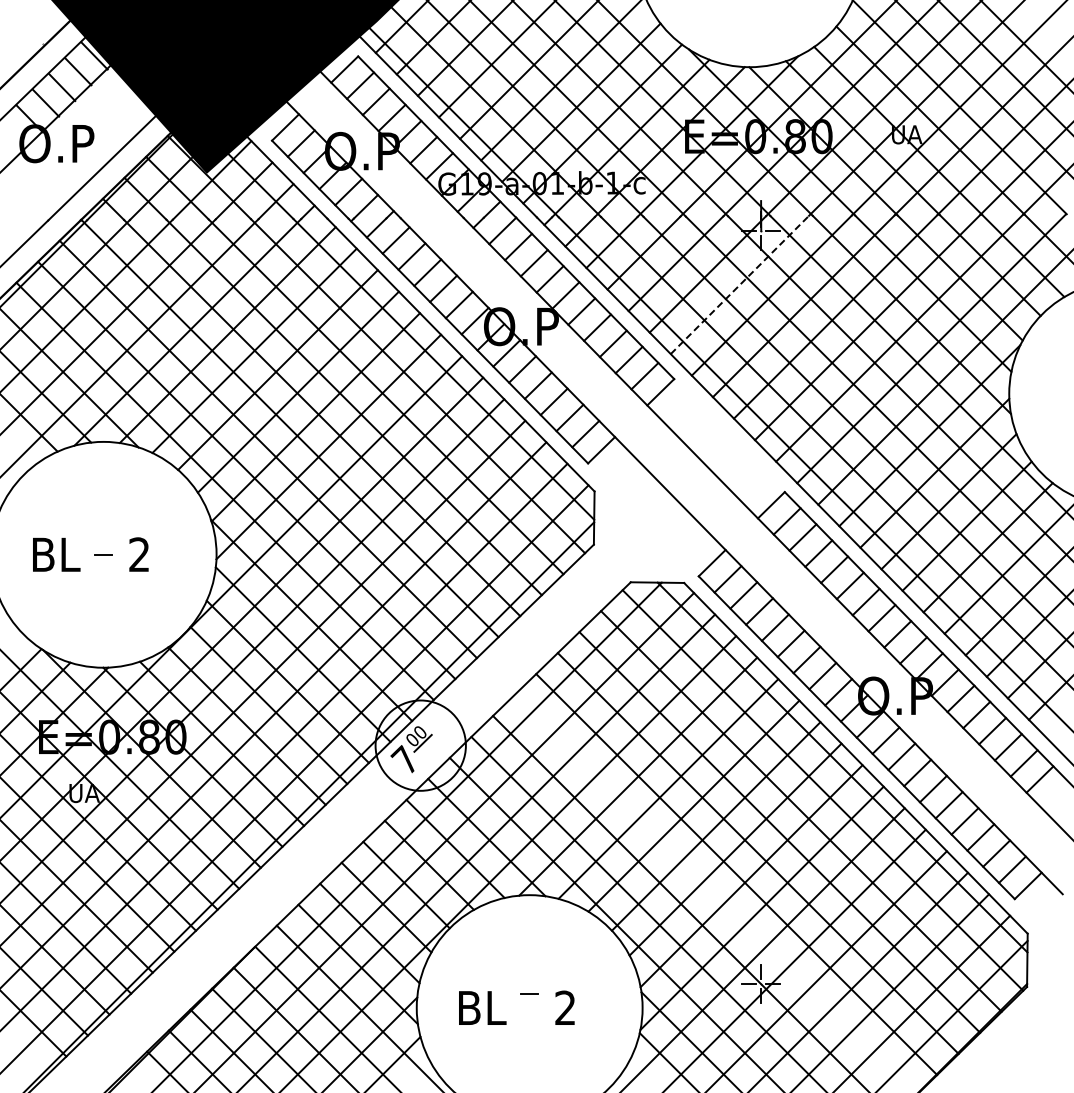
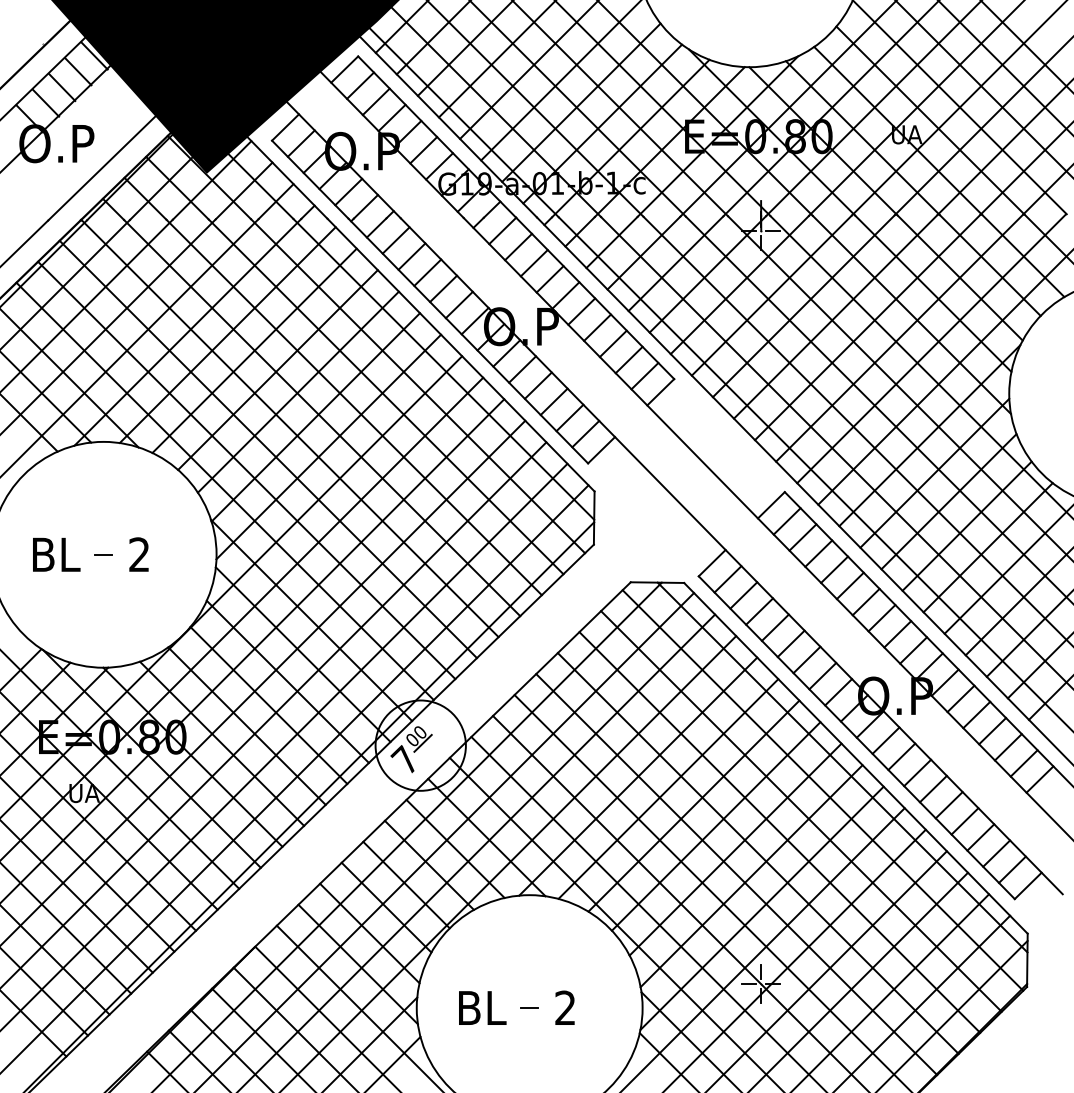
line at (739, 284): dashed -> solid
line at (711, 892): none -> present
line at (529, 993) position: (529, 993) -> (529, 1007)
